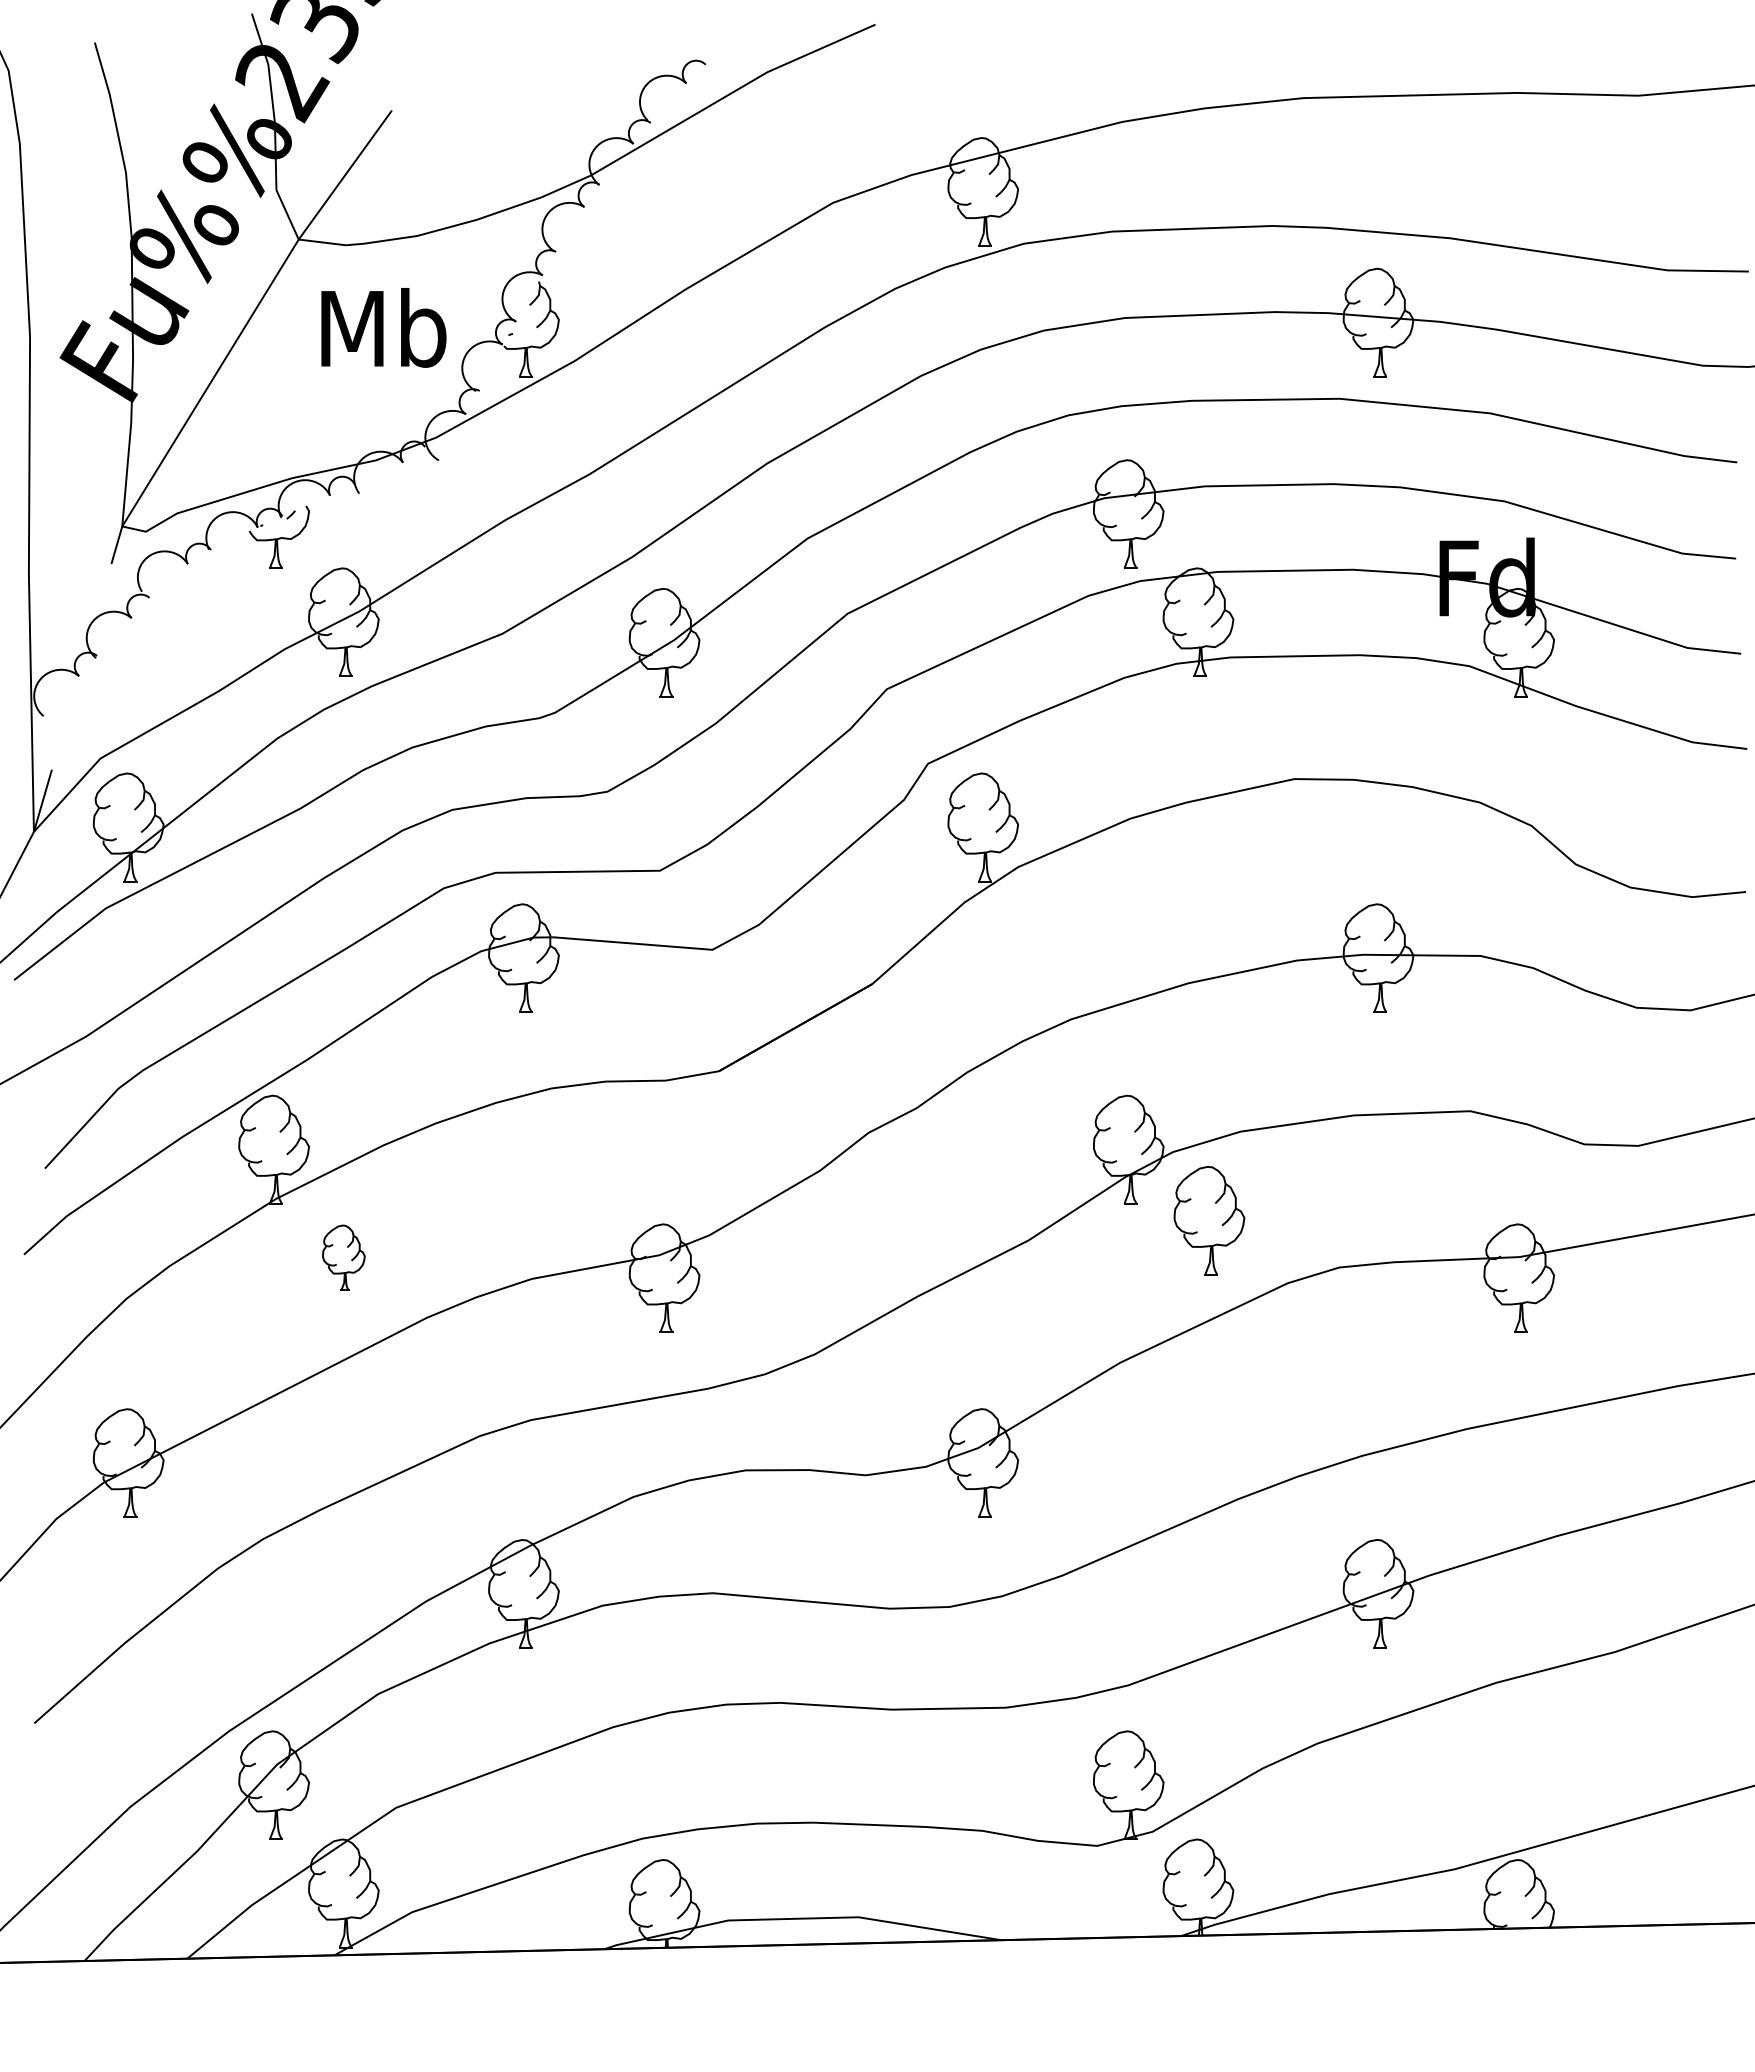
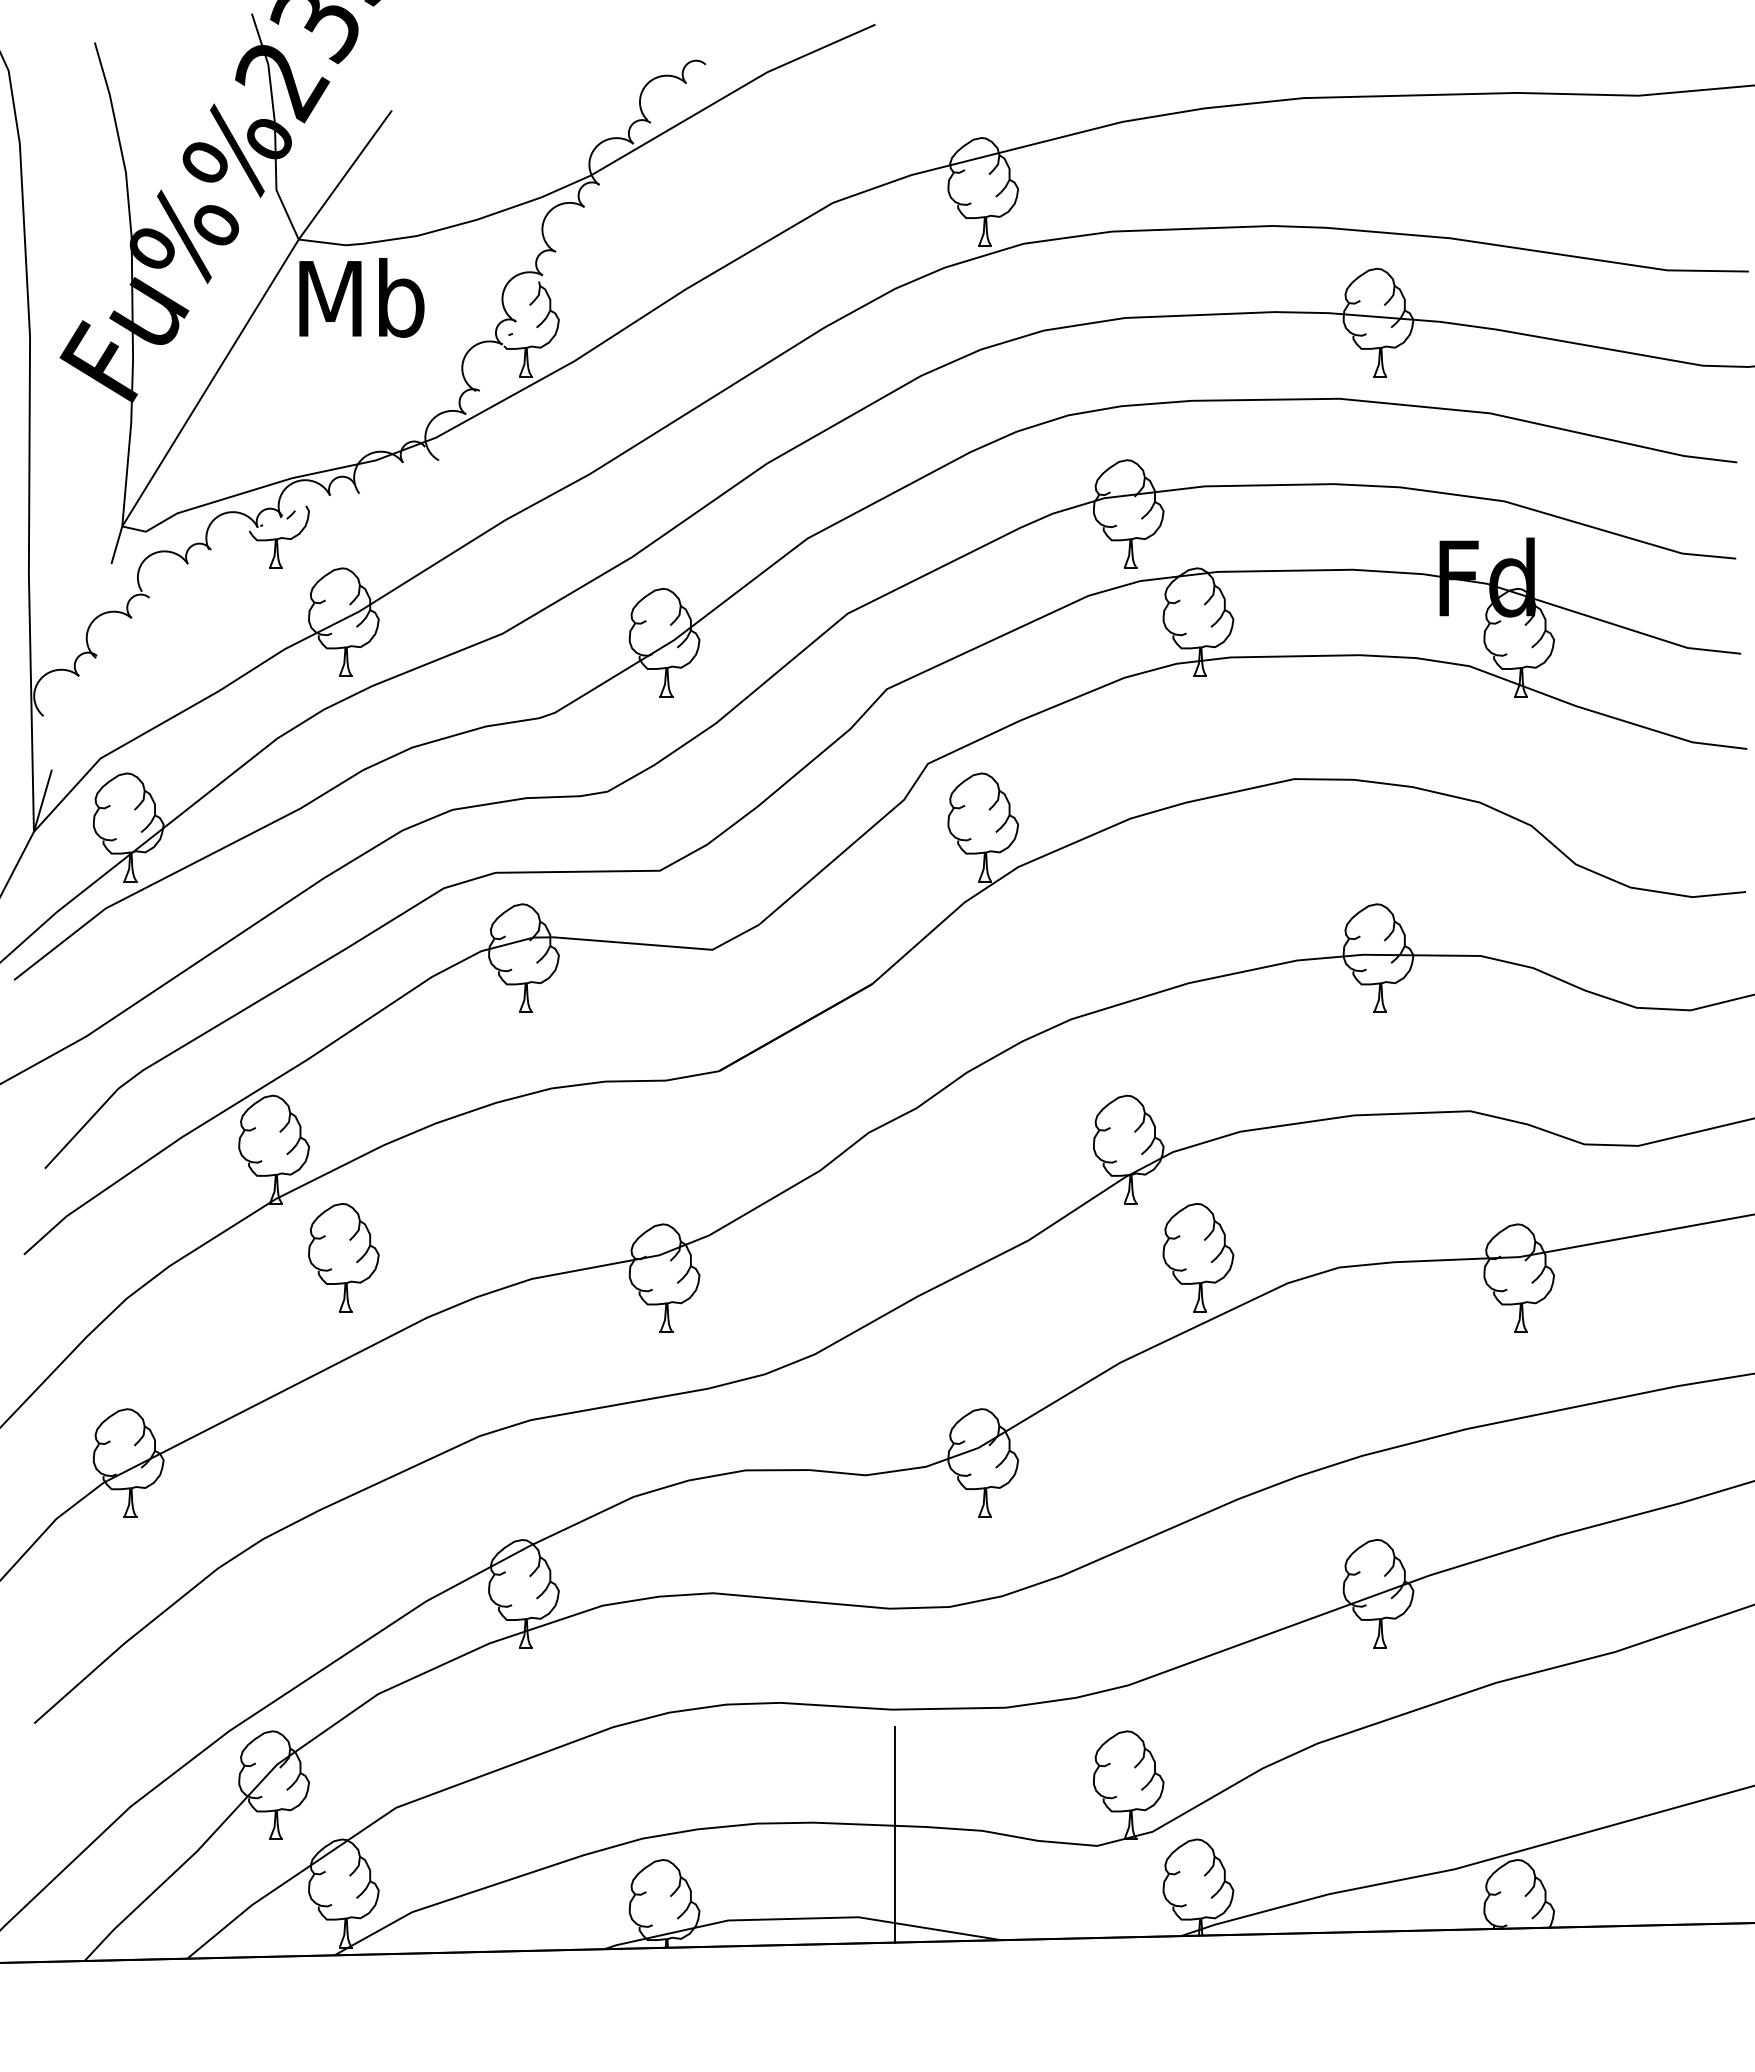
text at (383, 327) position: (383, 327) -> (361, 297)
part at (1209, 1220) position: (1209, 1220) -> (1198, 1257)
part at (343, 1257) size: 44x67 px -> 72x110 px
line at (894, 1834): none -> present
